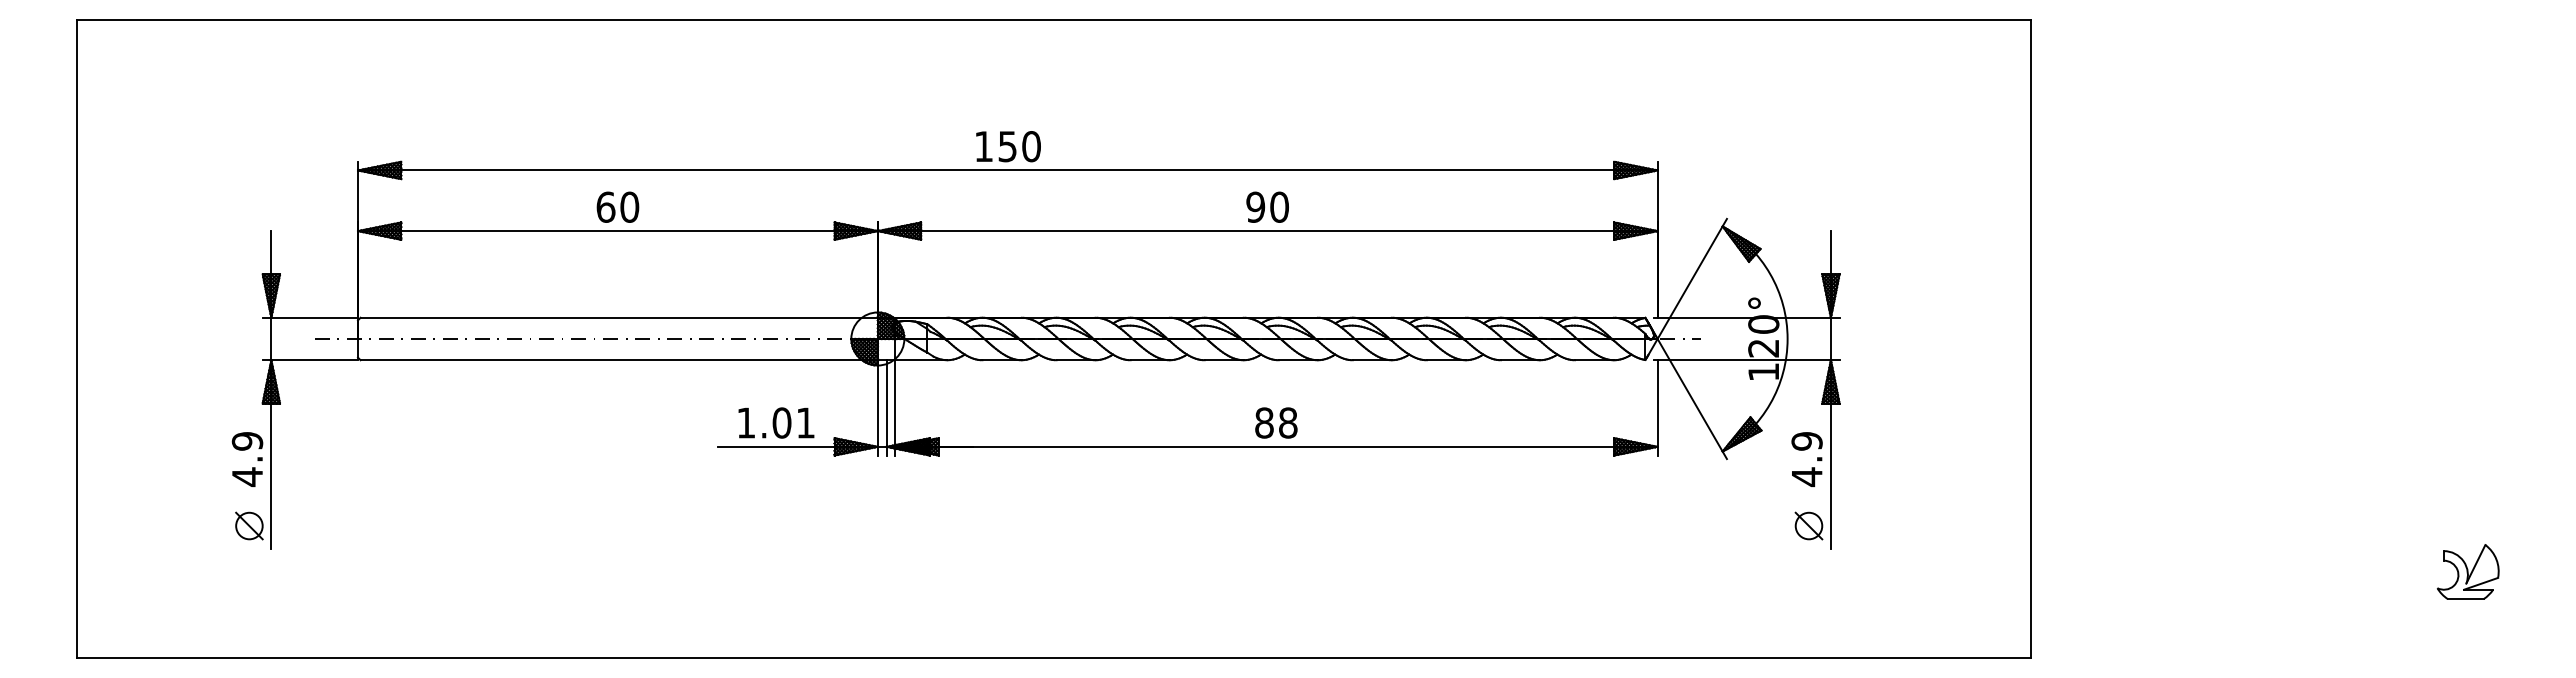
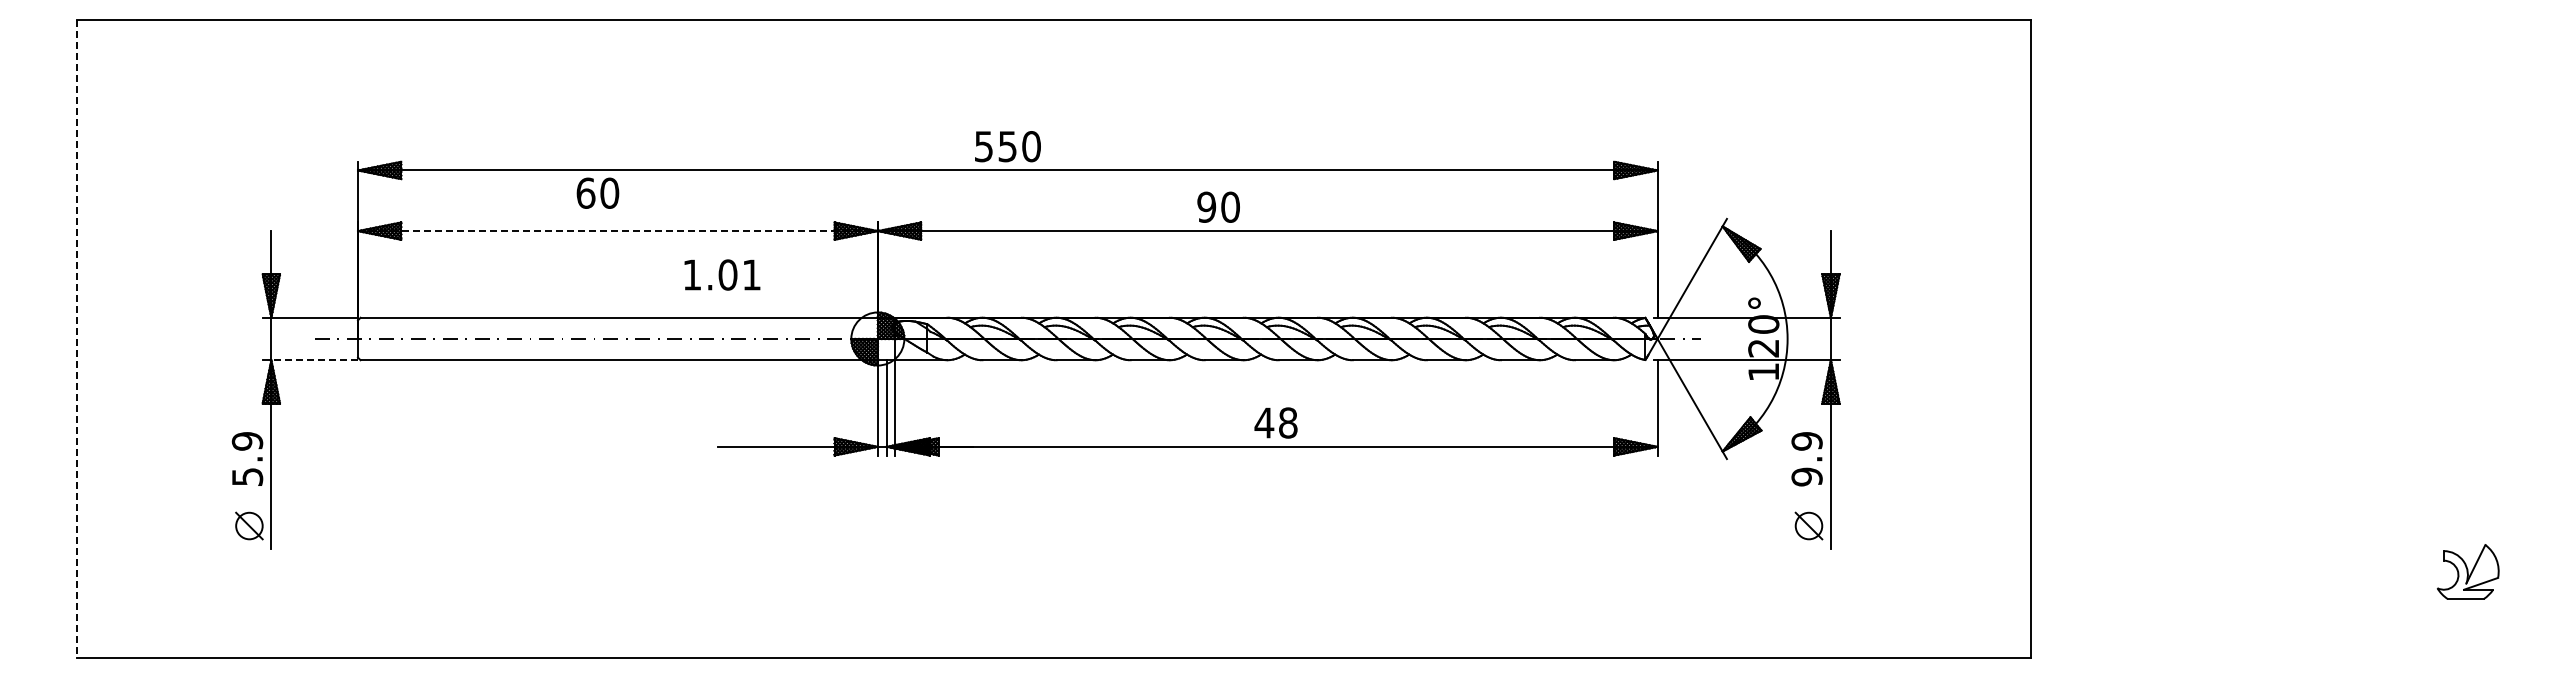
text at (983, 146): 150 -> 550
text at (617, 206) position: (617, 206) -> (597, 192)
text at (1267, 206) position: (1267, 206) -> (1218, 206)
line at (617, 231): solid -> dashed
line at (77, 339): solid -> dashed
line at (314, 360): solid -> dashed
text at (776, 422) position: (776, 422) -> (722, 274)
text at (1264, 422): 88 -> 48
text at (247, 477): 4.9 -> 5.9
text at (1806, 477): 4.9 -> 9.9
